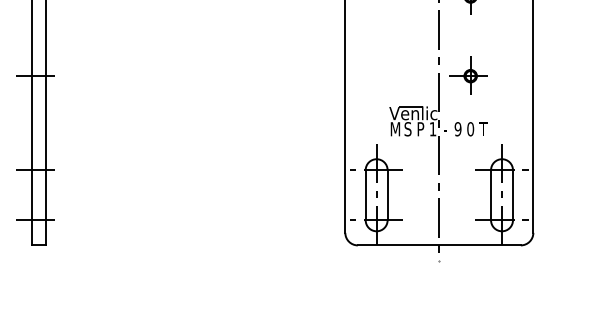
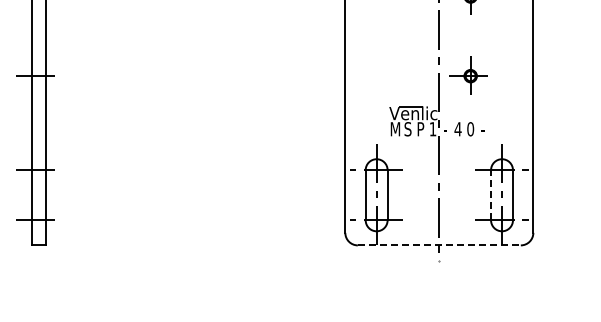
text at (483, 128): T -> -
text at (457, 129): 9 -> 4
line at (491, 194): solid -> dashed
line at (439, 245): solid -> dashed
